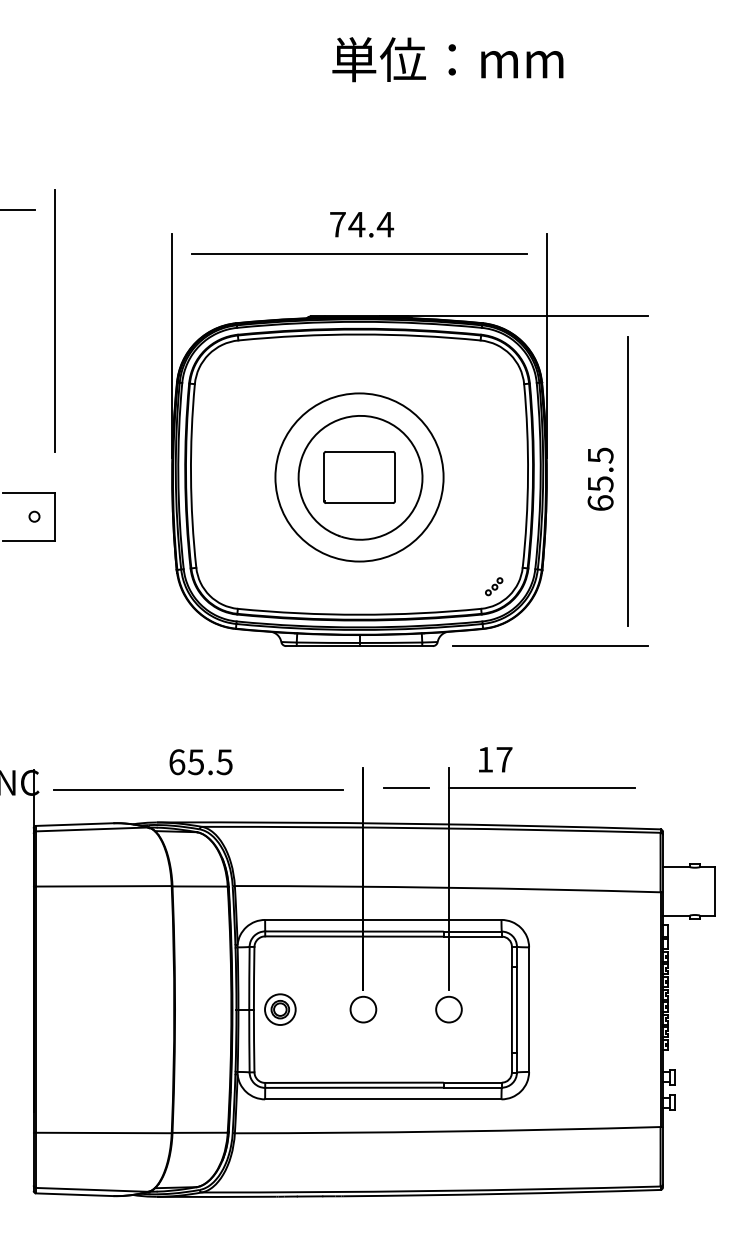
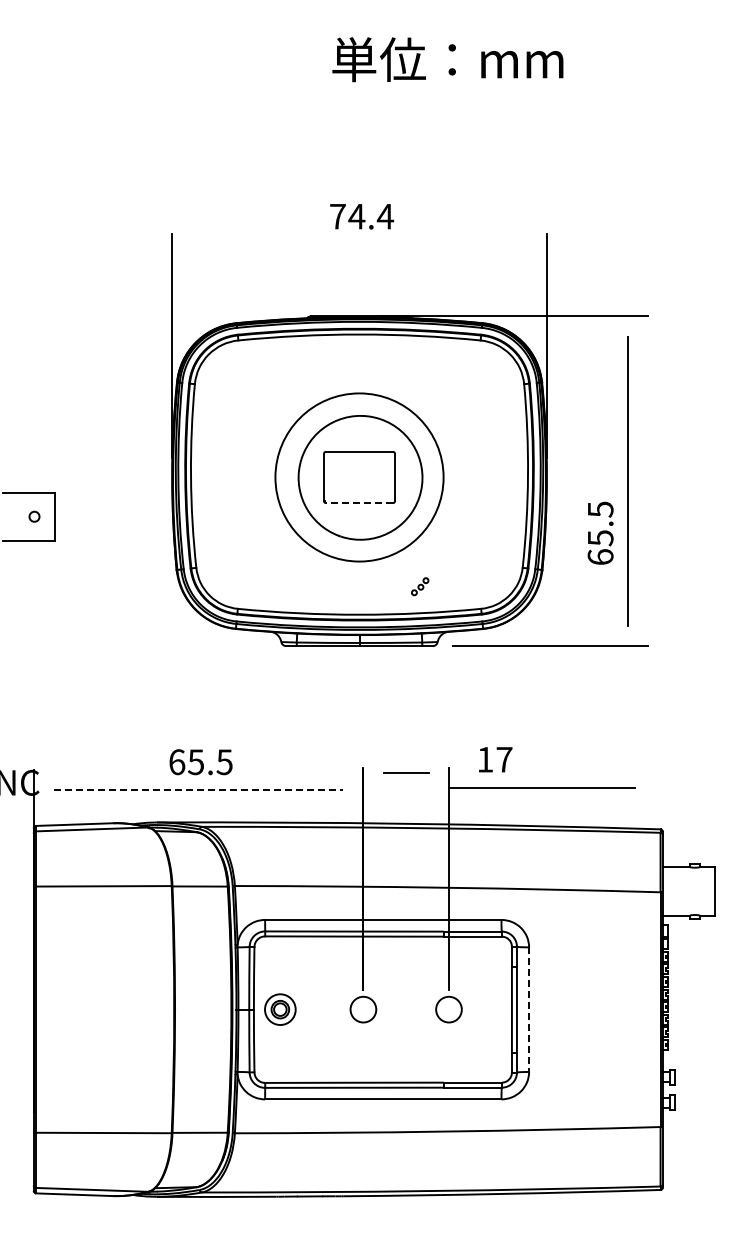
line at (18, 210): present -> none
text at (362, 224) position: (362, 224) -> (362, 216)
line at (359, 254): present -> none
line at (54, 320): present -> none
text at (600, 478) position: (600, 478) -> (600, 532)
line at (359, 503): solid -> dashed
part at (494, 586) position: (494, 586) -> (420, 586)
line at (406, 787) position: (406, 787) -> (406, 772)
line at (198, 790): solid -> dashed
line at (529, 1010): solid -> dashed
